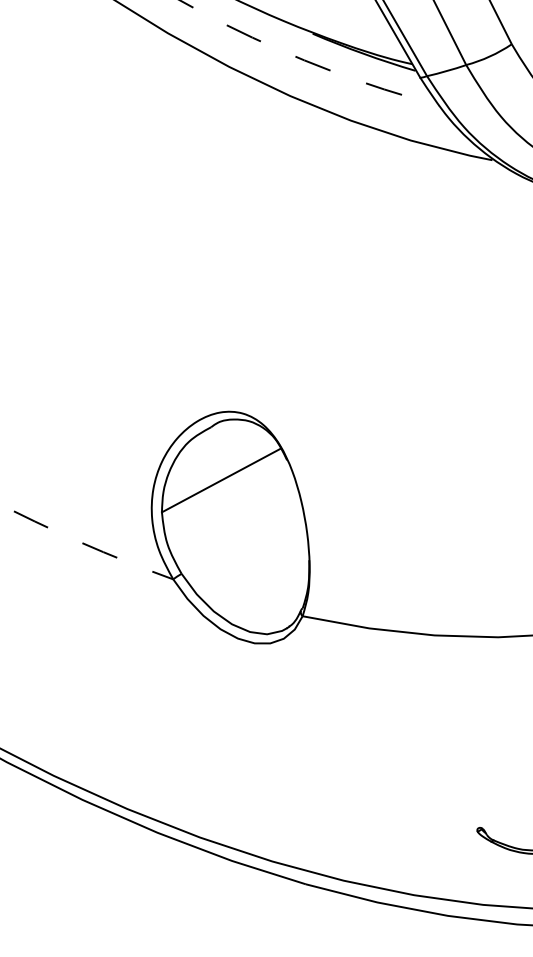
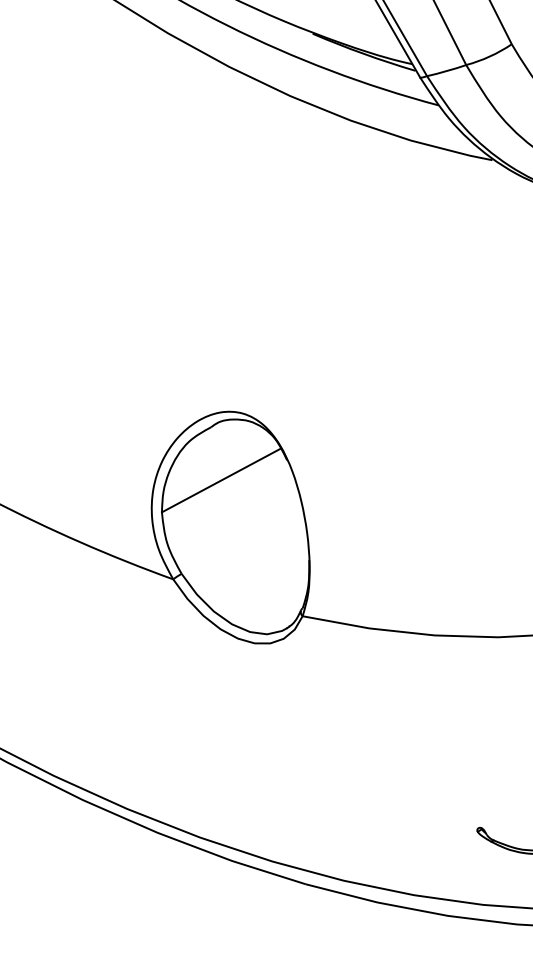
arc at (305, 60): dashed -> solid
arc at (85, 544): dashed -> solid
